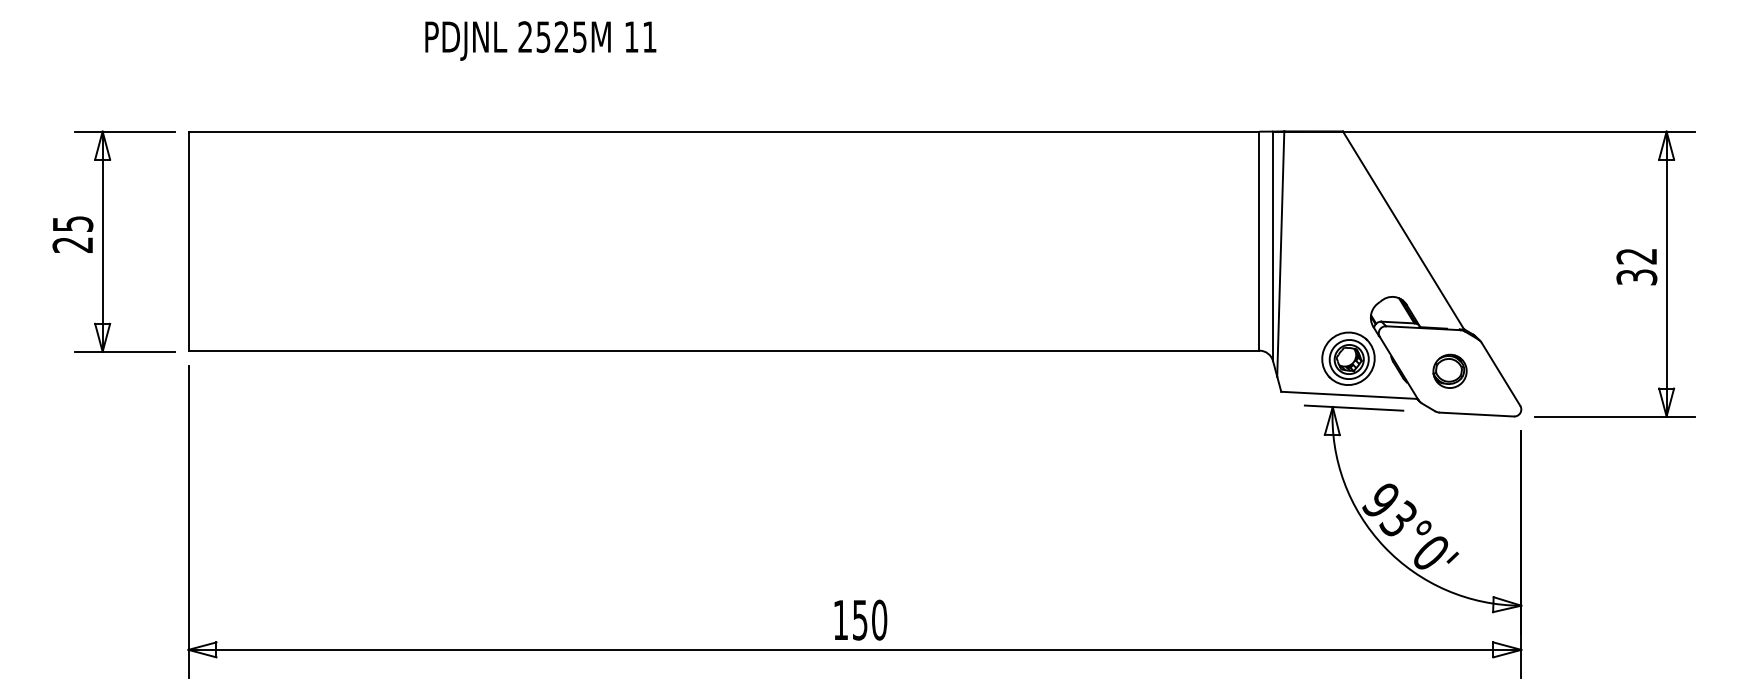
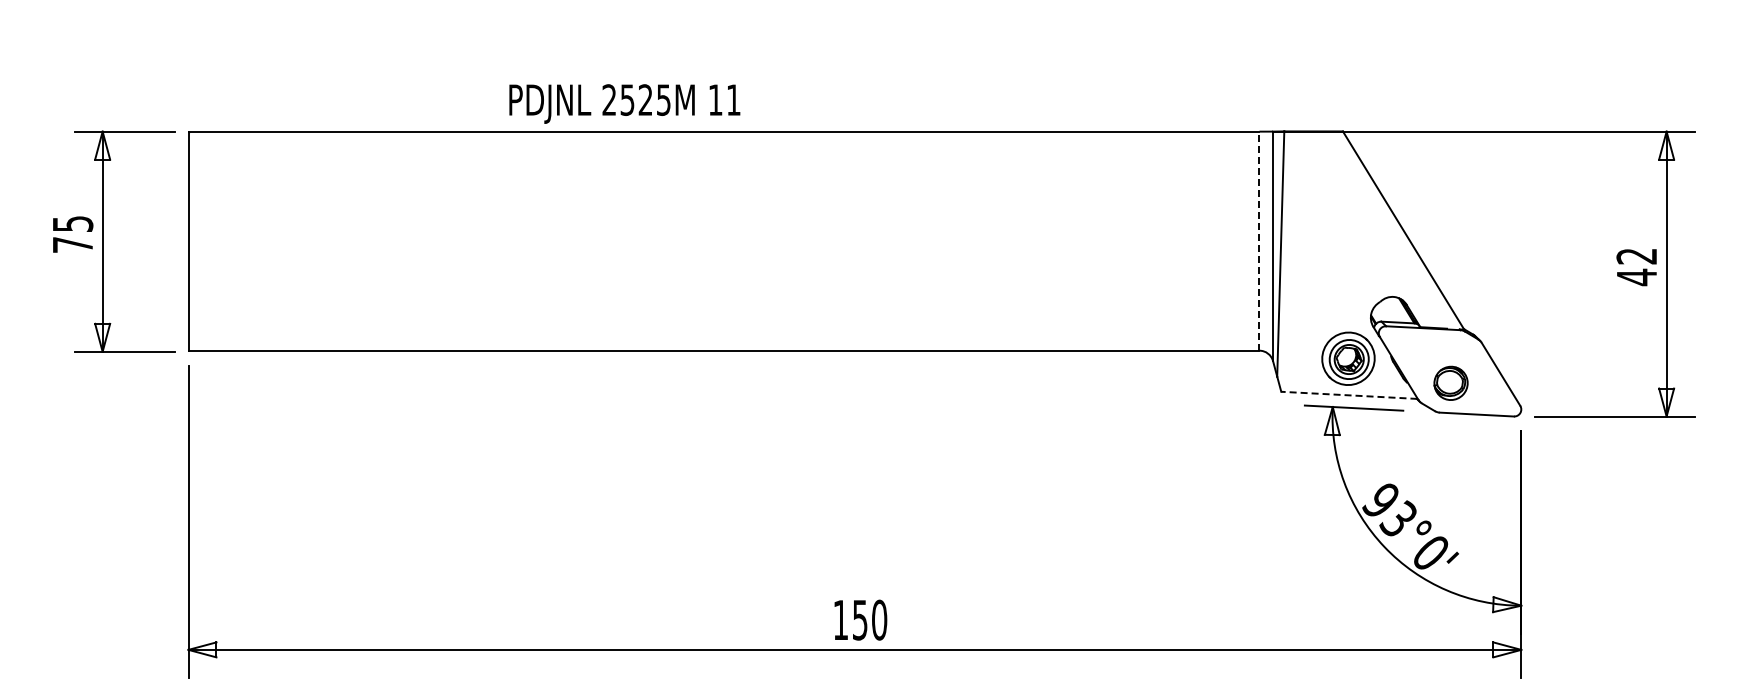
text at (540, 40) position: (540, 40) -> (624, 103)
line at (1259, 241): solid -> dashed
text at (72, 244): 25 -> 75
text at (1636, 277): 32 -> 42
part at (1449, 370) position: (1449, 370) -> (1450, 382)
line at (1348, 395): solid -> dashed
